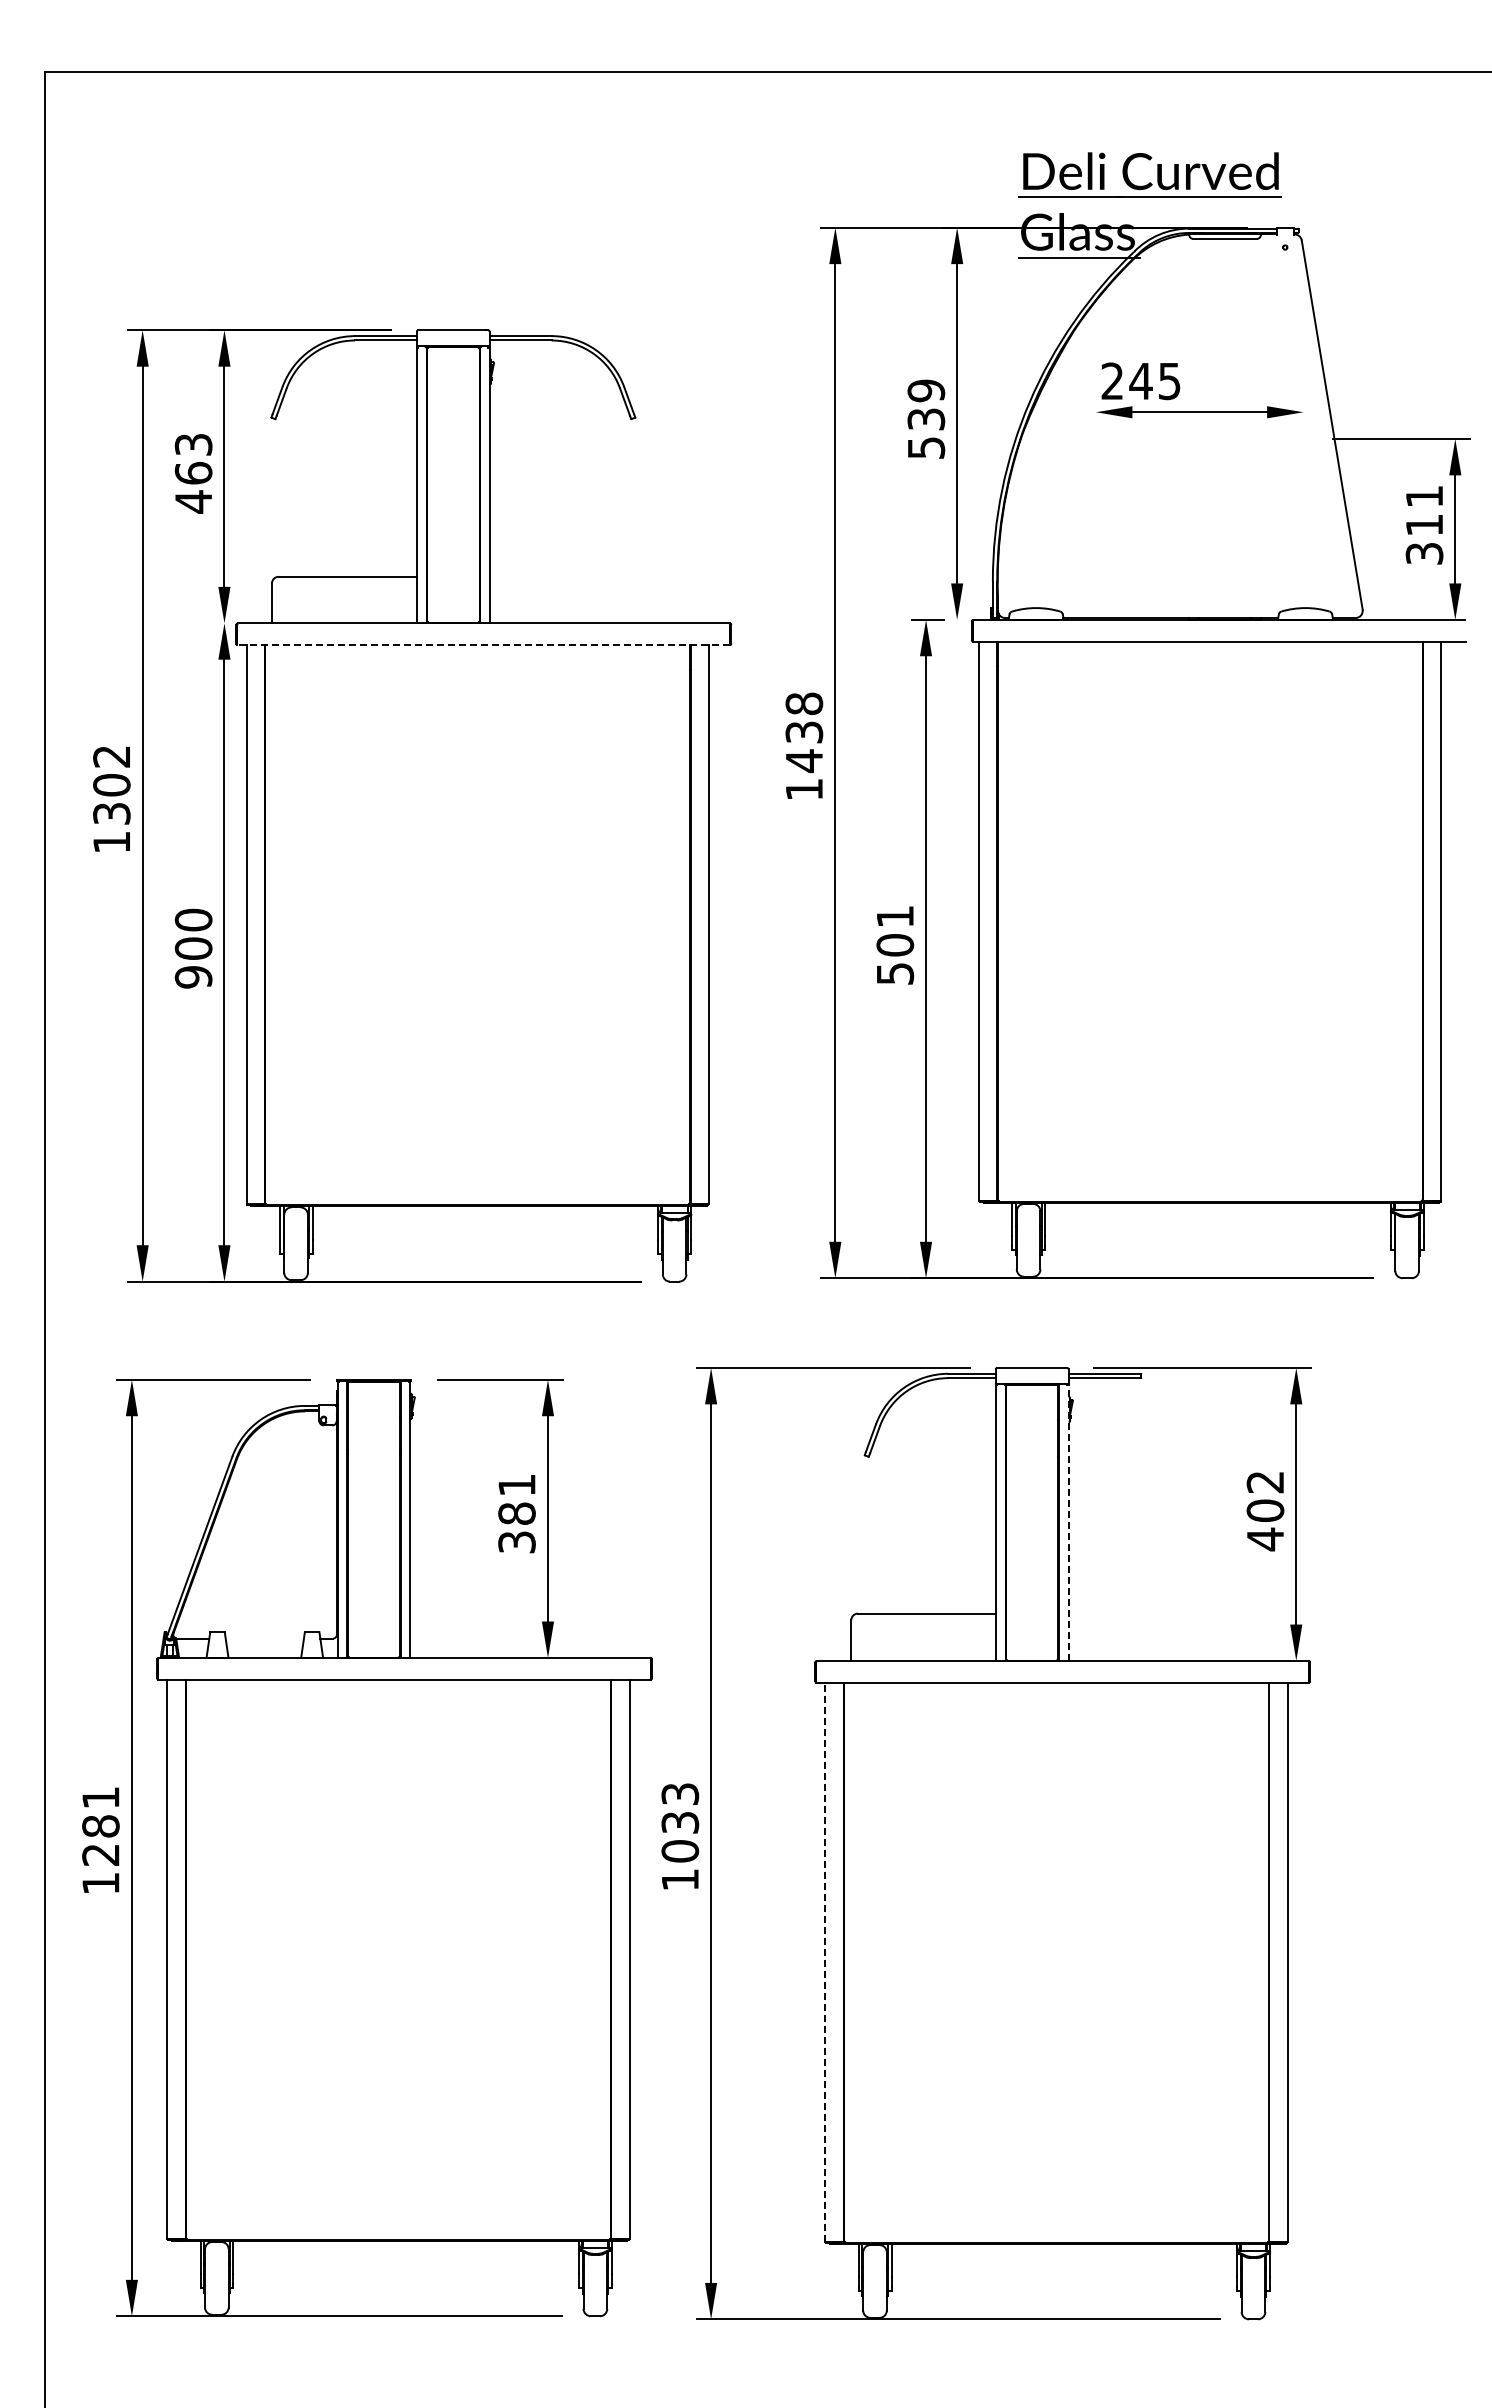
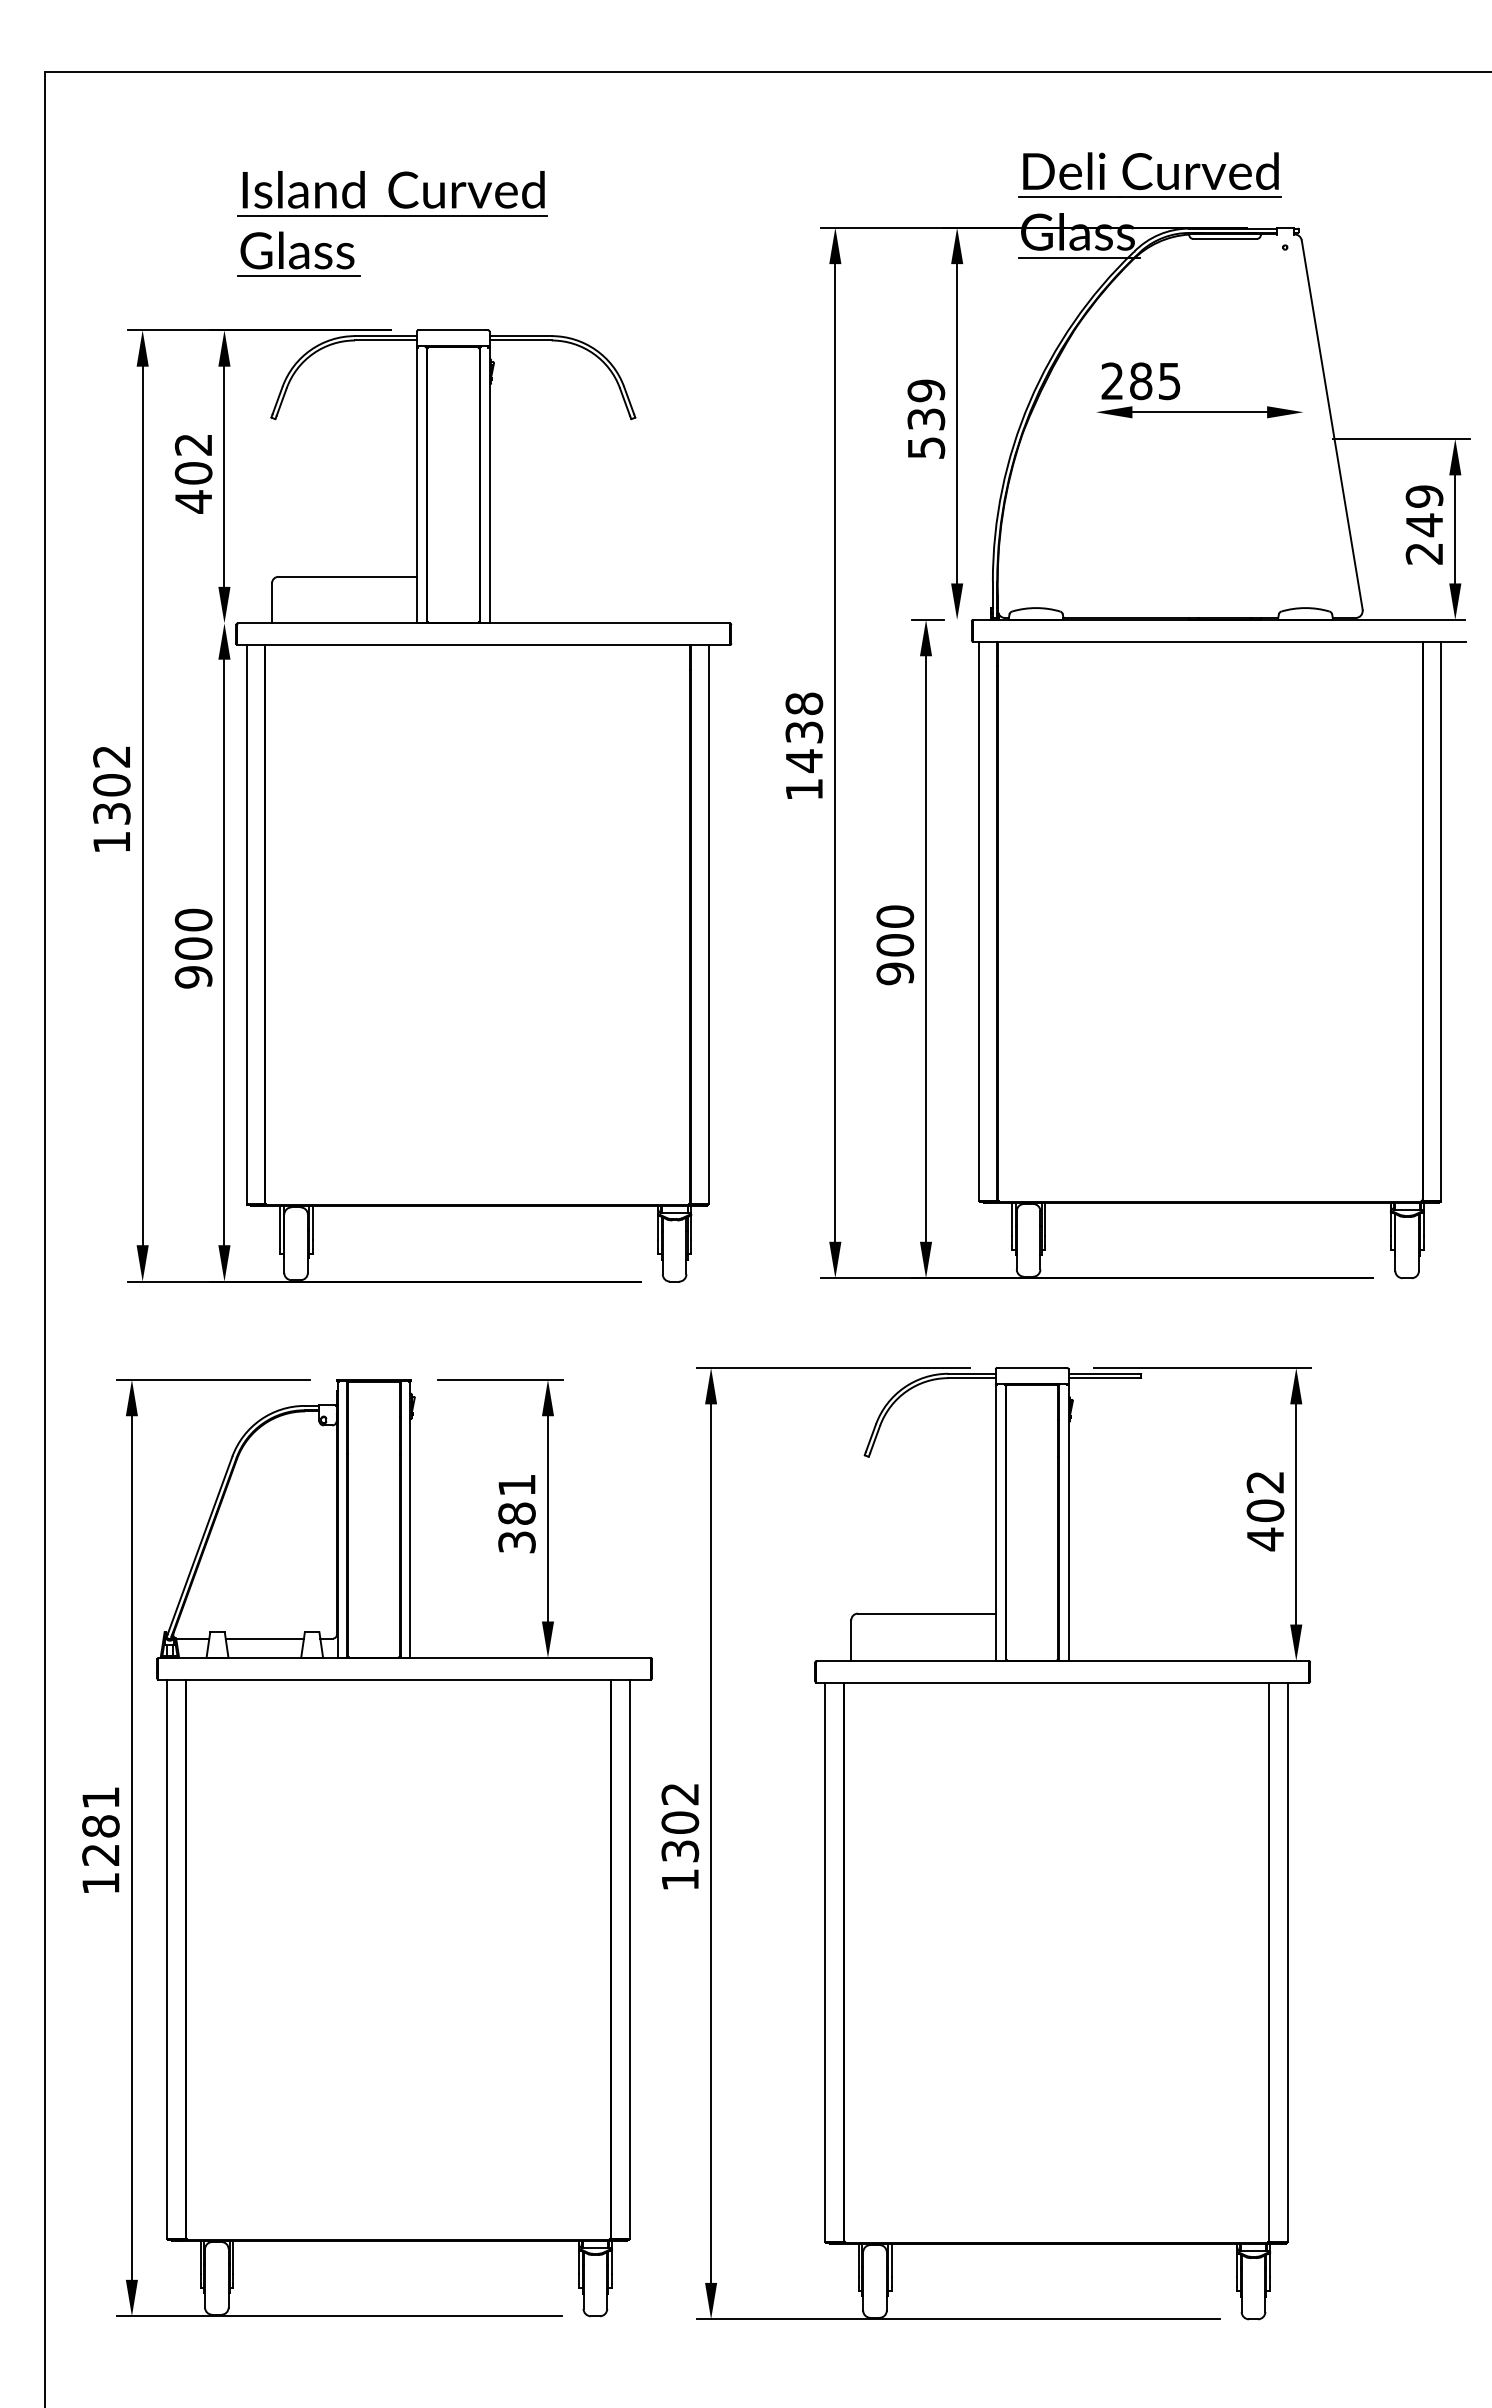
part at (392, 216): none -> present
text at (1140, 381): 245 -> 285
text at (193, 459): 463 -> 402
text at (1424, 524): 311 -> 249
line at (483, 645): dashed -> solid
text at (895, 945): 501 -> 900
line at (1068, 1522): dashed -> solid
line at (264, 1638): none -> present
text at (680, 1822): 1033 -> 1302
line at (825, 1962): dashed -> solid
